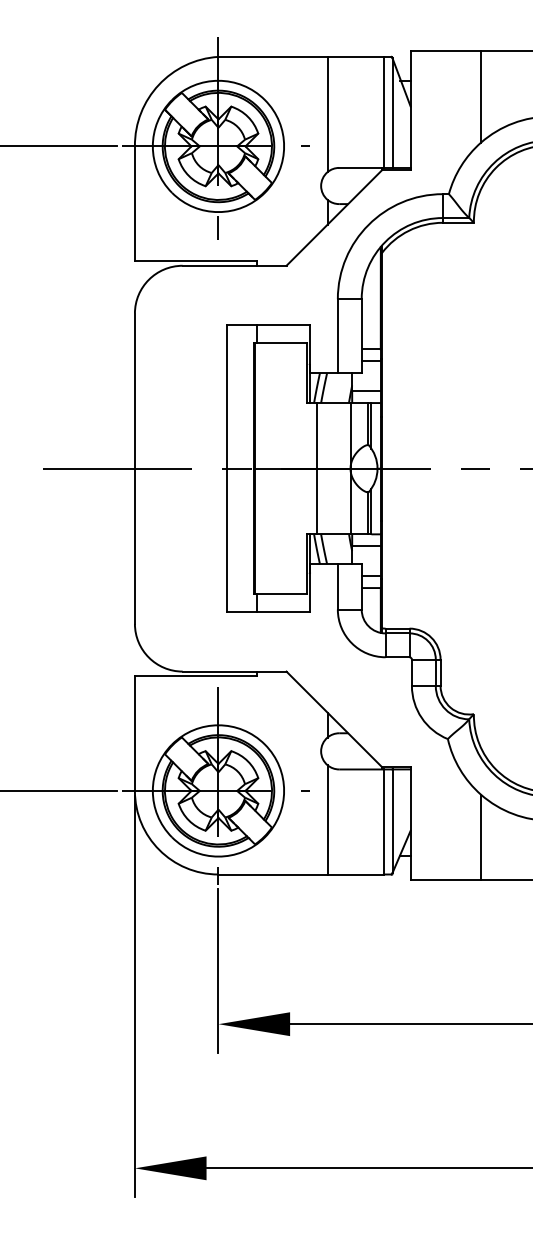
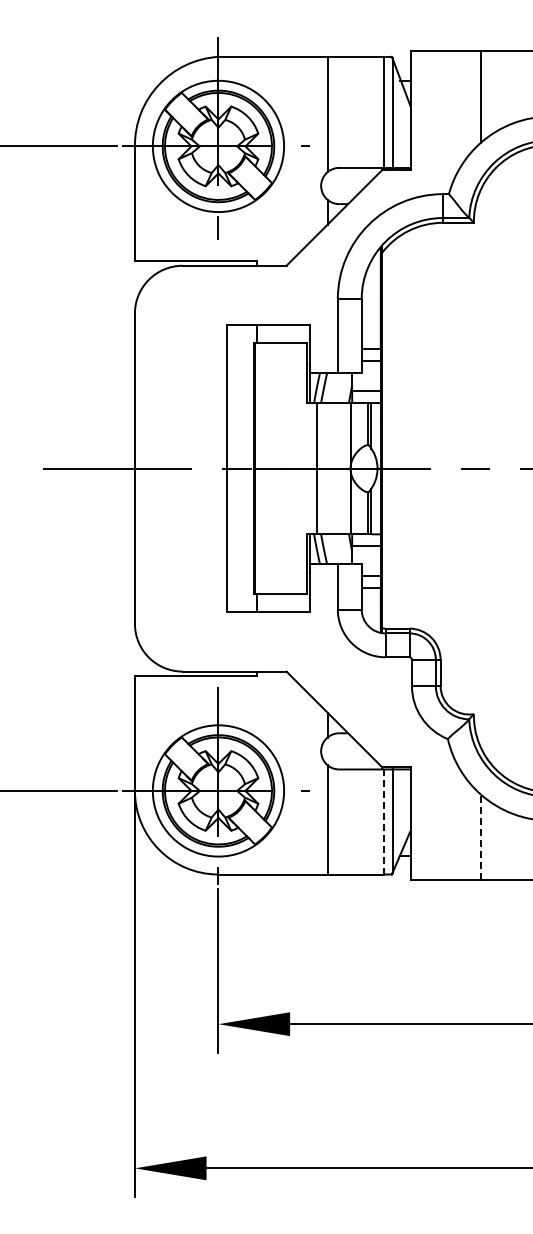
line at (383, 821): solid -> dashed
line at (481, 837): solid -> dashed
